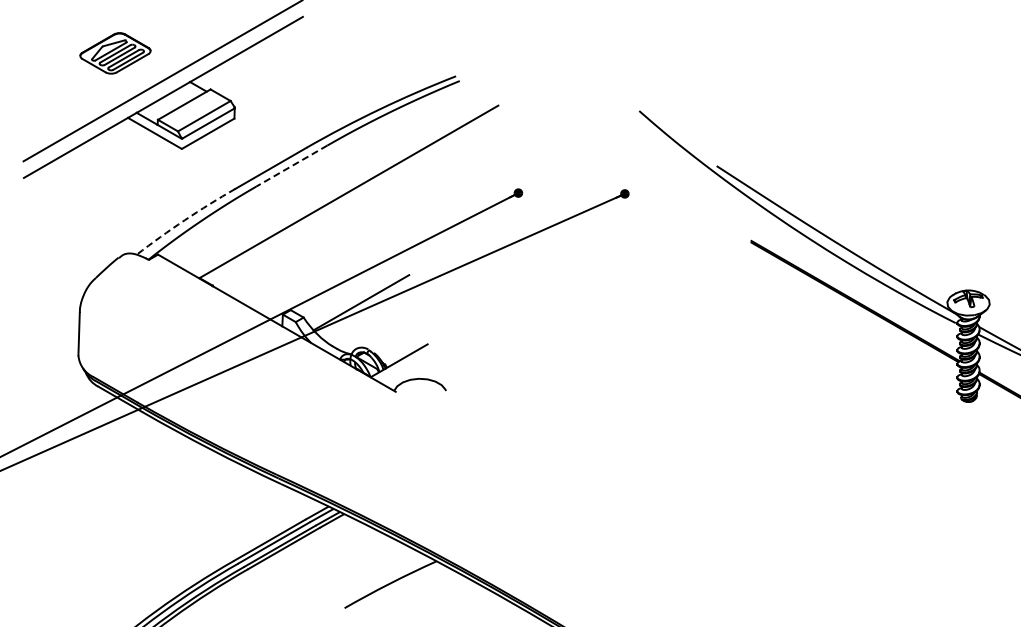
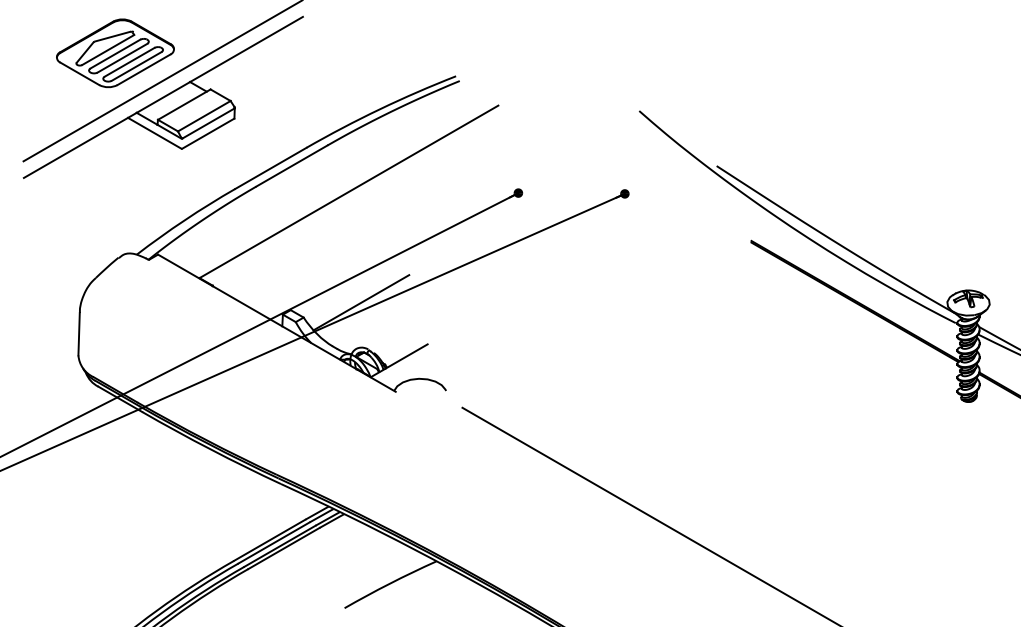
part at (115, 53) size: 73x43 px -> 119x71 px
line at (291, 166): dashed -> solid
arc at (184, 220): dashed -> solid
line at (649, 515): none -> present
